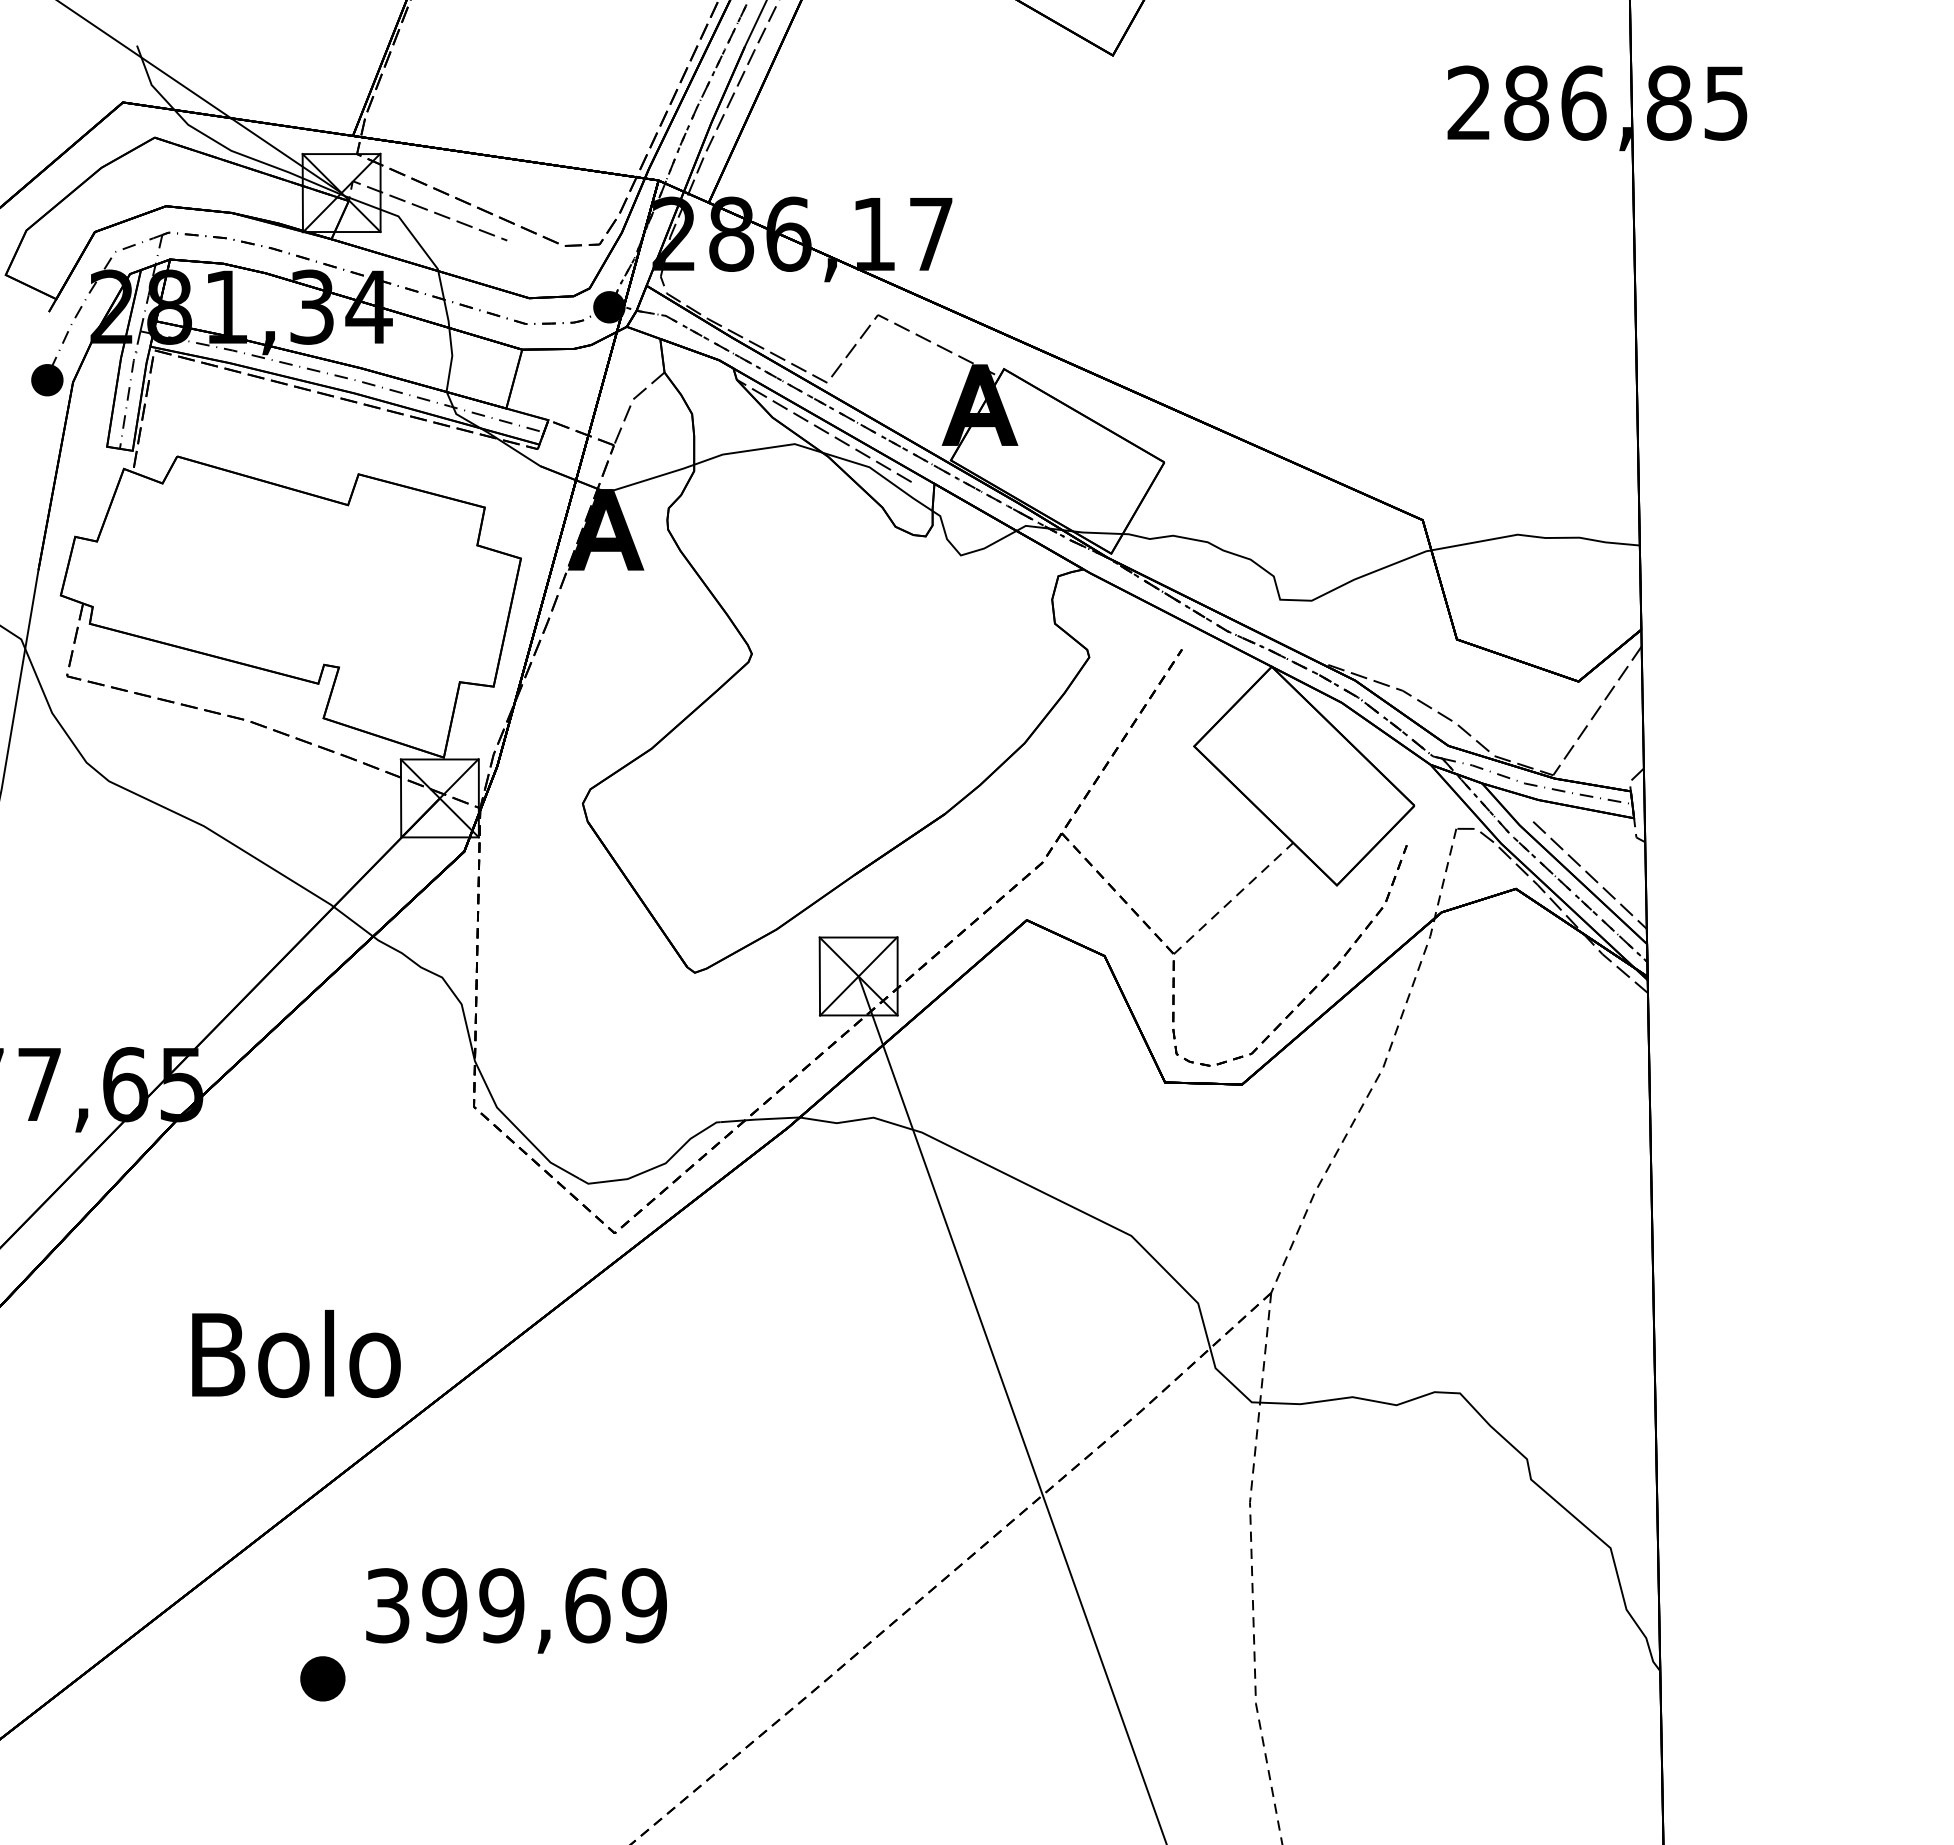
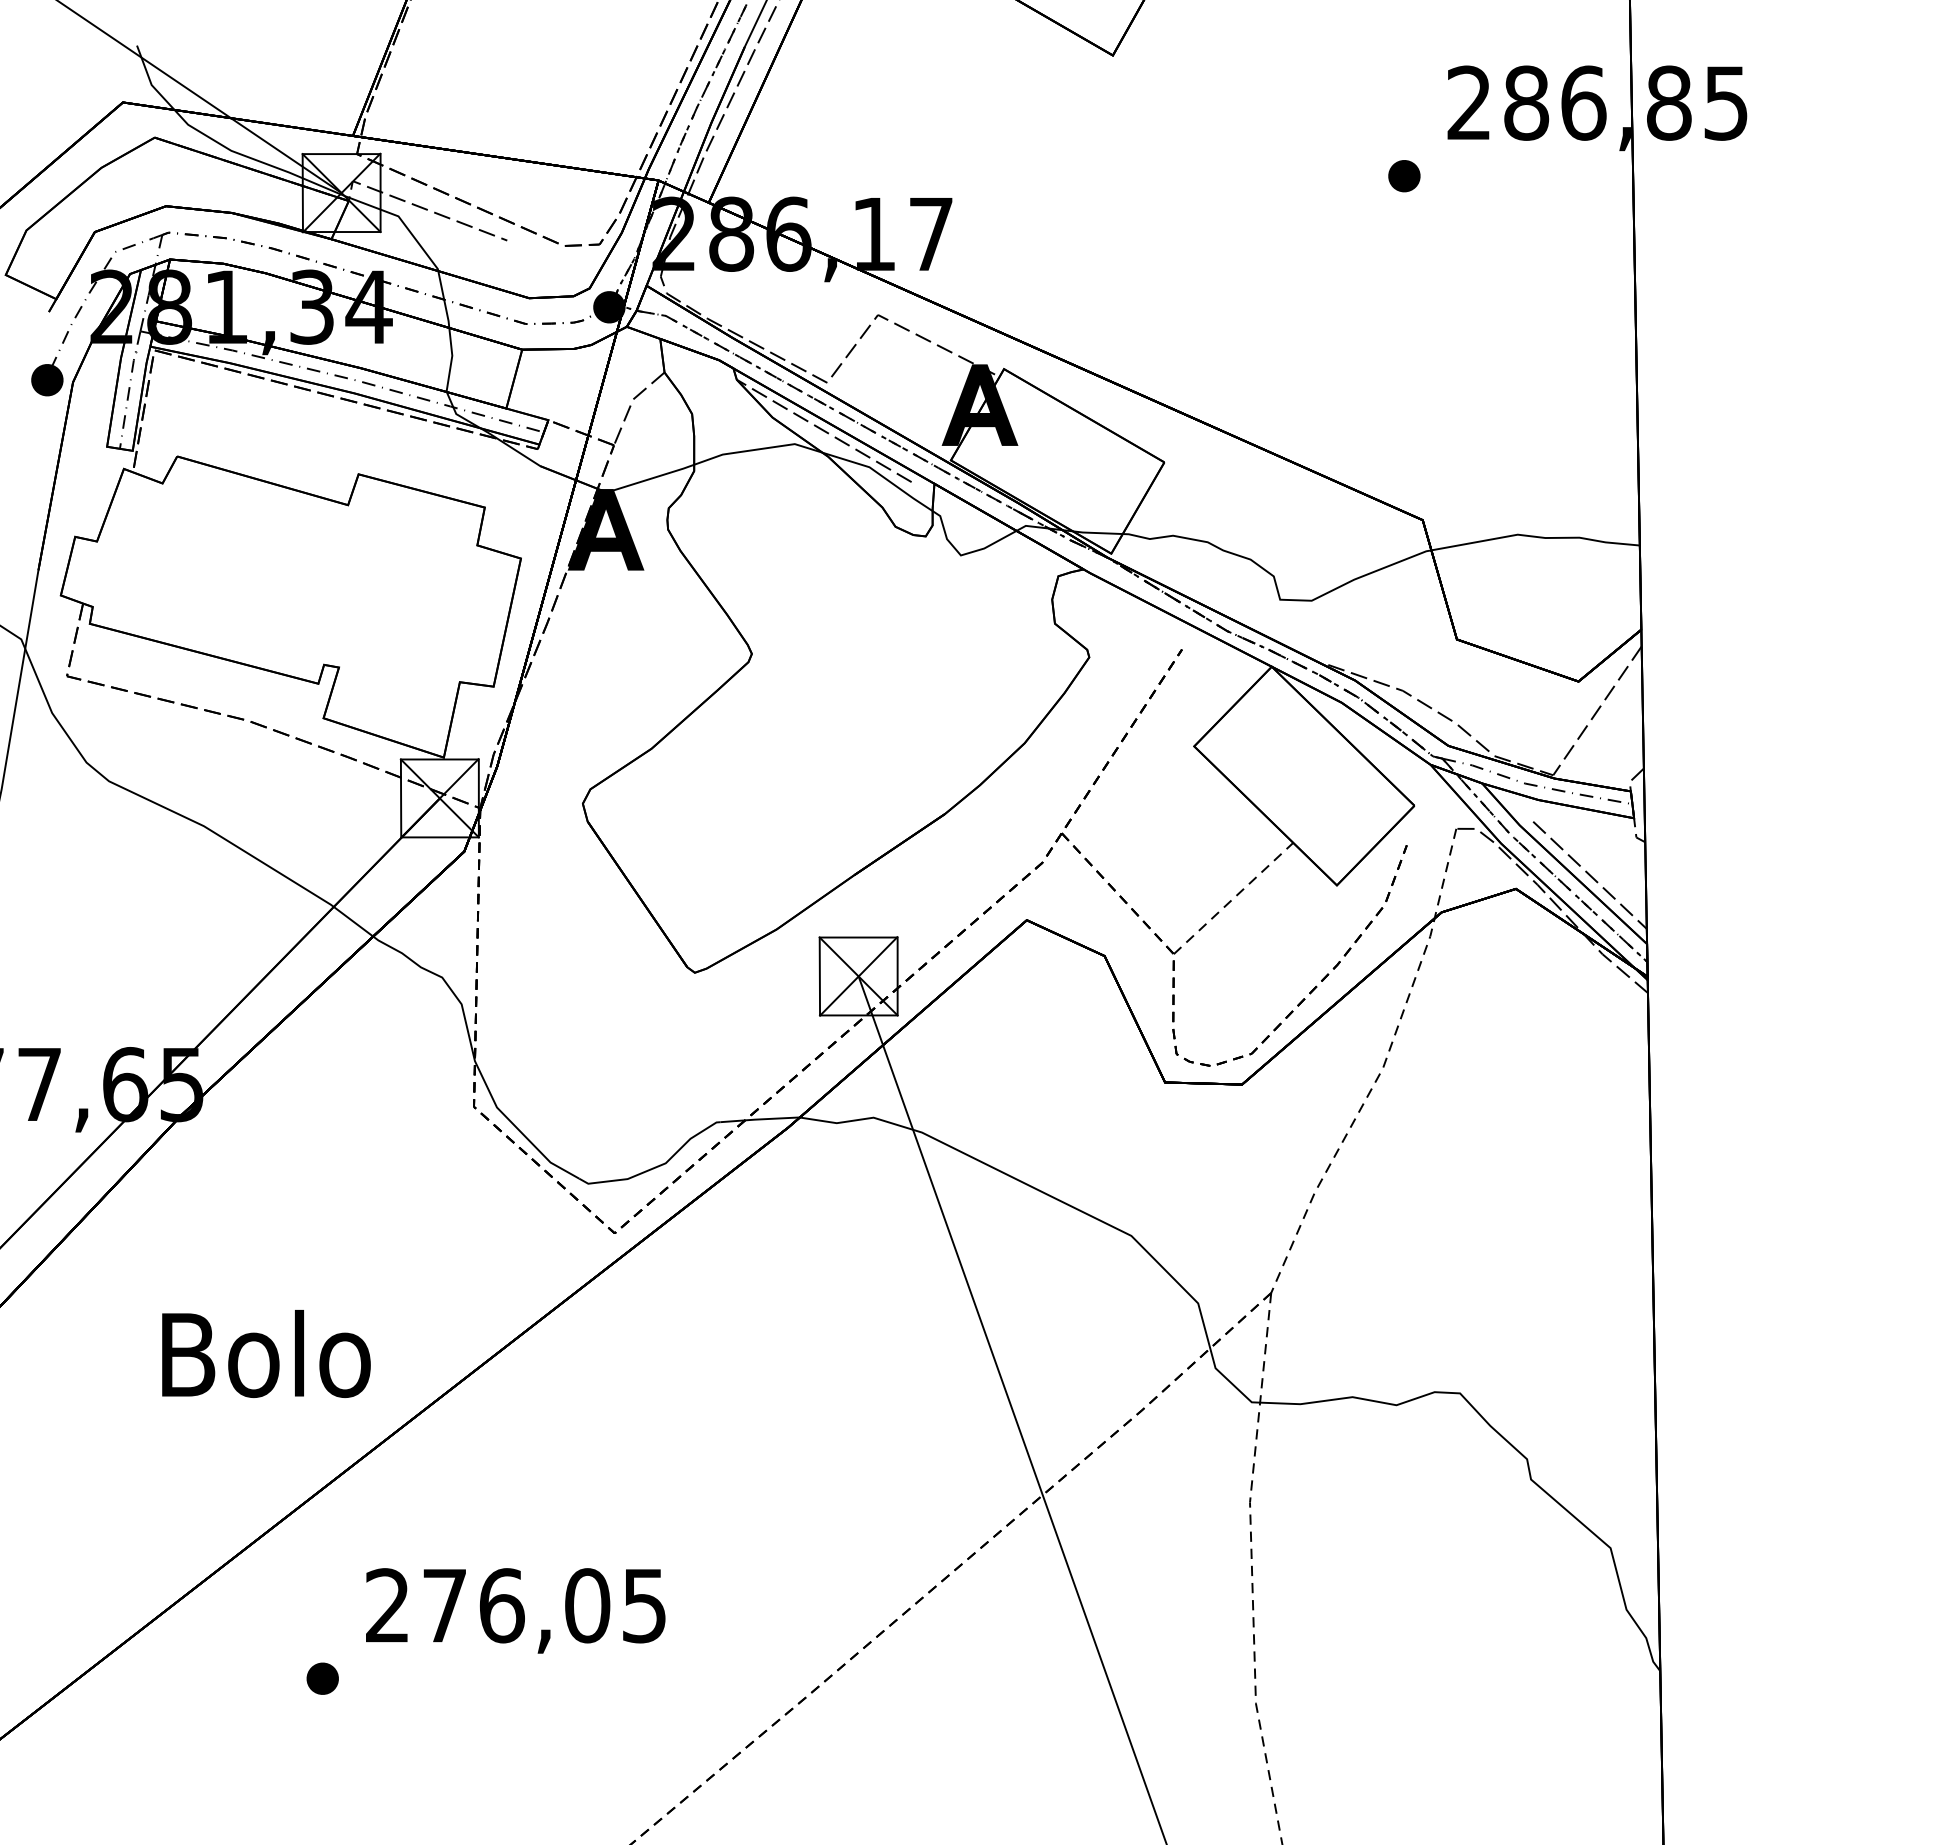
part at (1404, 176): none -> present
text at (296, 1353) position: (296, 1353) -> (266, 1353)
text at (516, 1605): 399,69 -> 276,05
part at (322, 1678) size: 46x46 px -> 33x33 px
